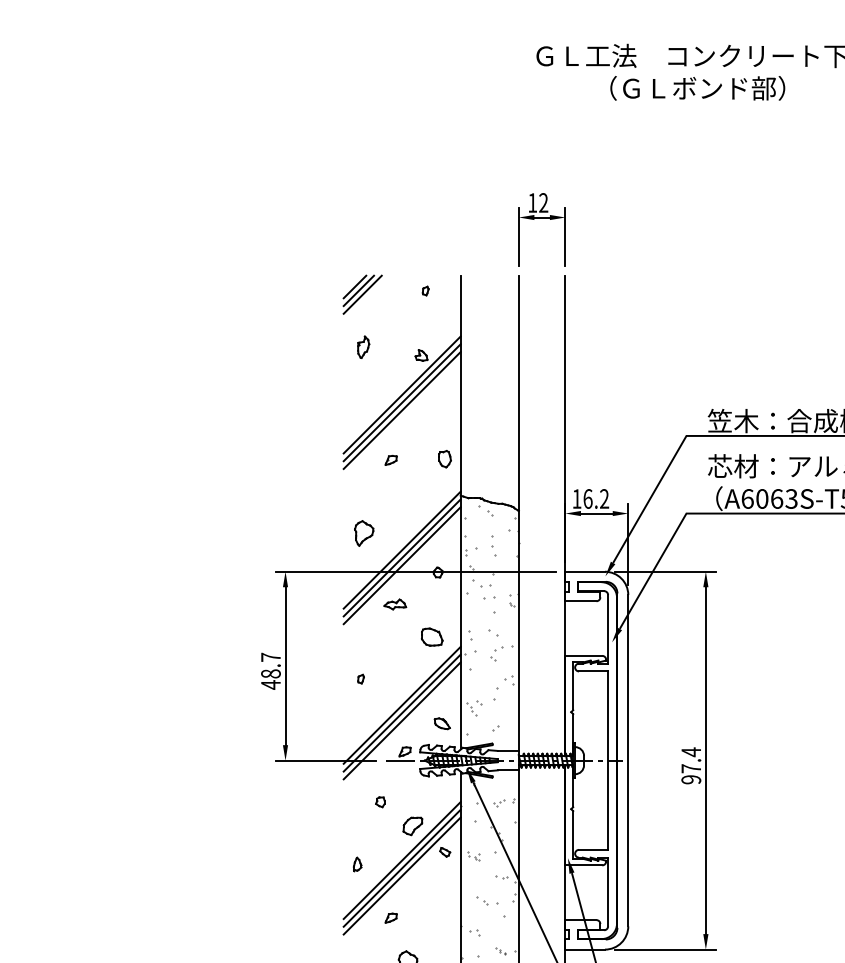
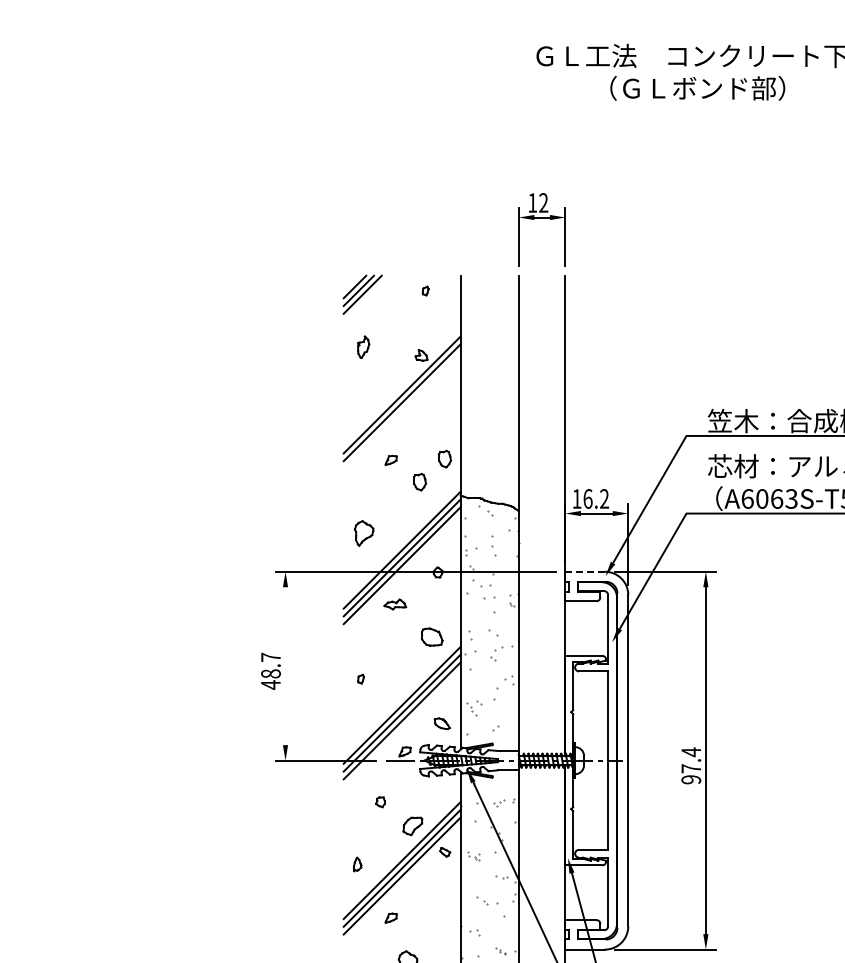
line at (401, 410): present -> none
part at (419, 482): none -> present
line at (585, 571): solid -> dashed
line at (285, 666): present -> none
